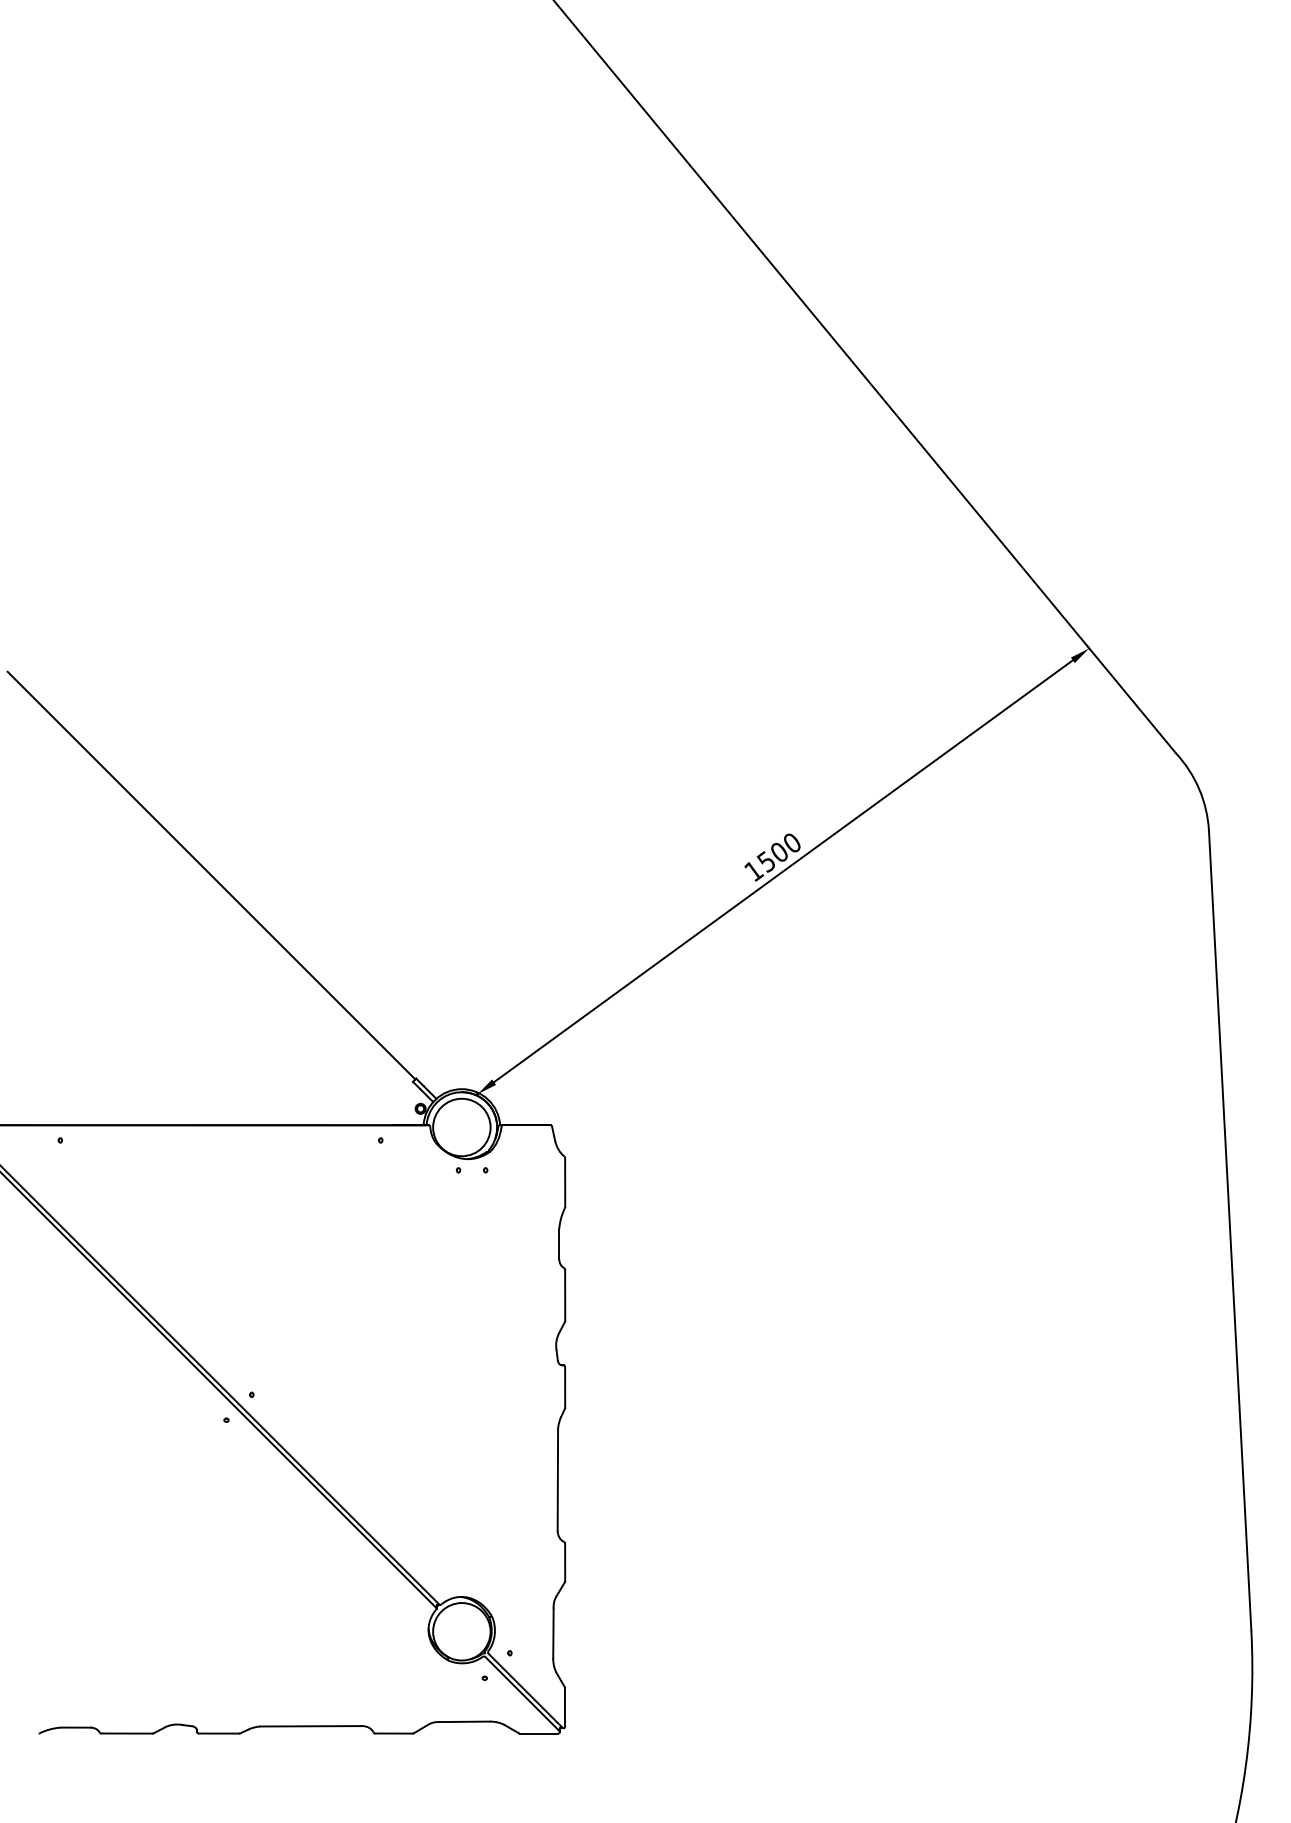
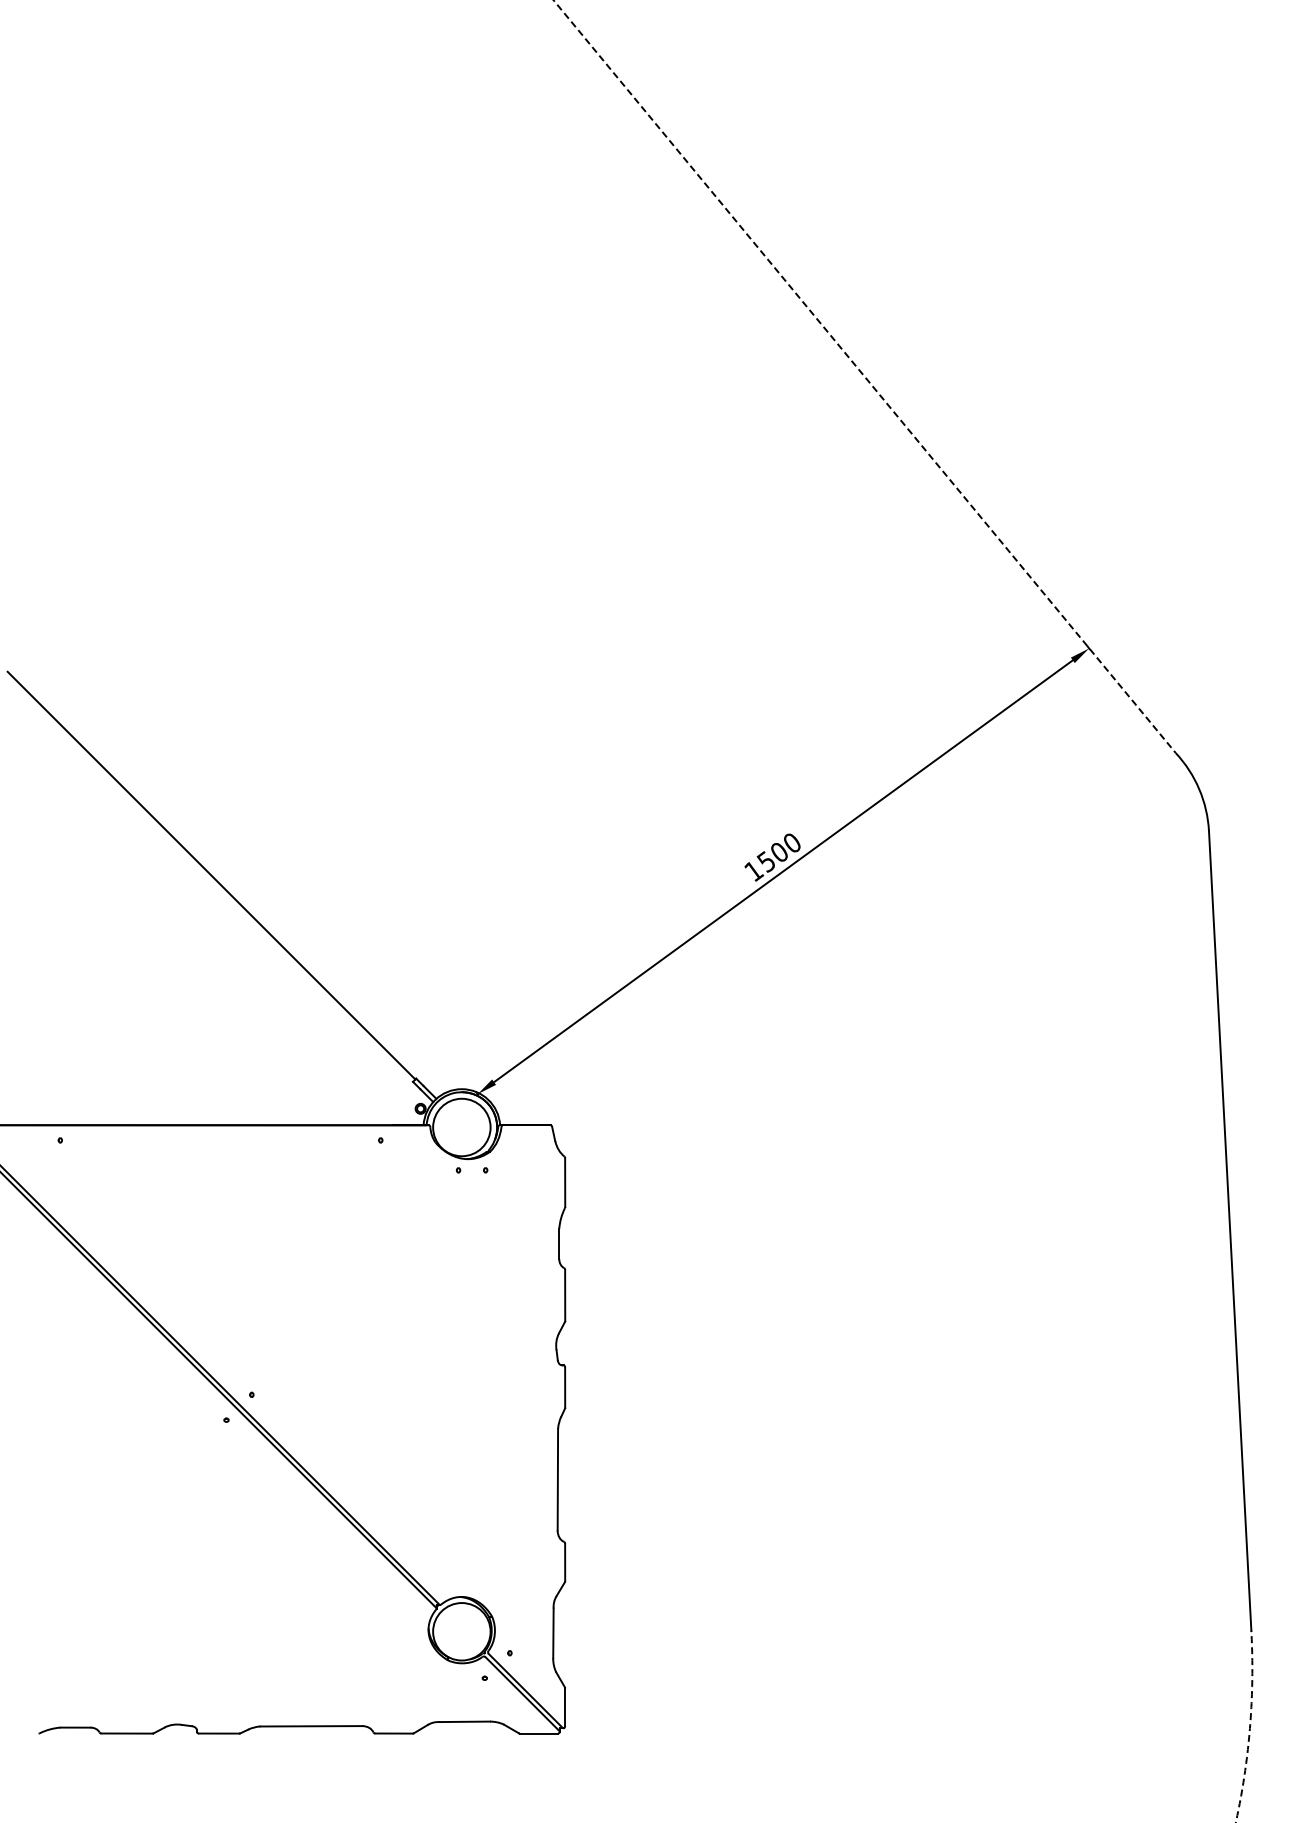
line at (864, 376): solid -> dashed
arc at (1250, 1725): solid -> dashed
